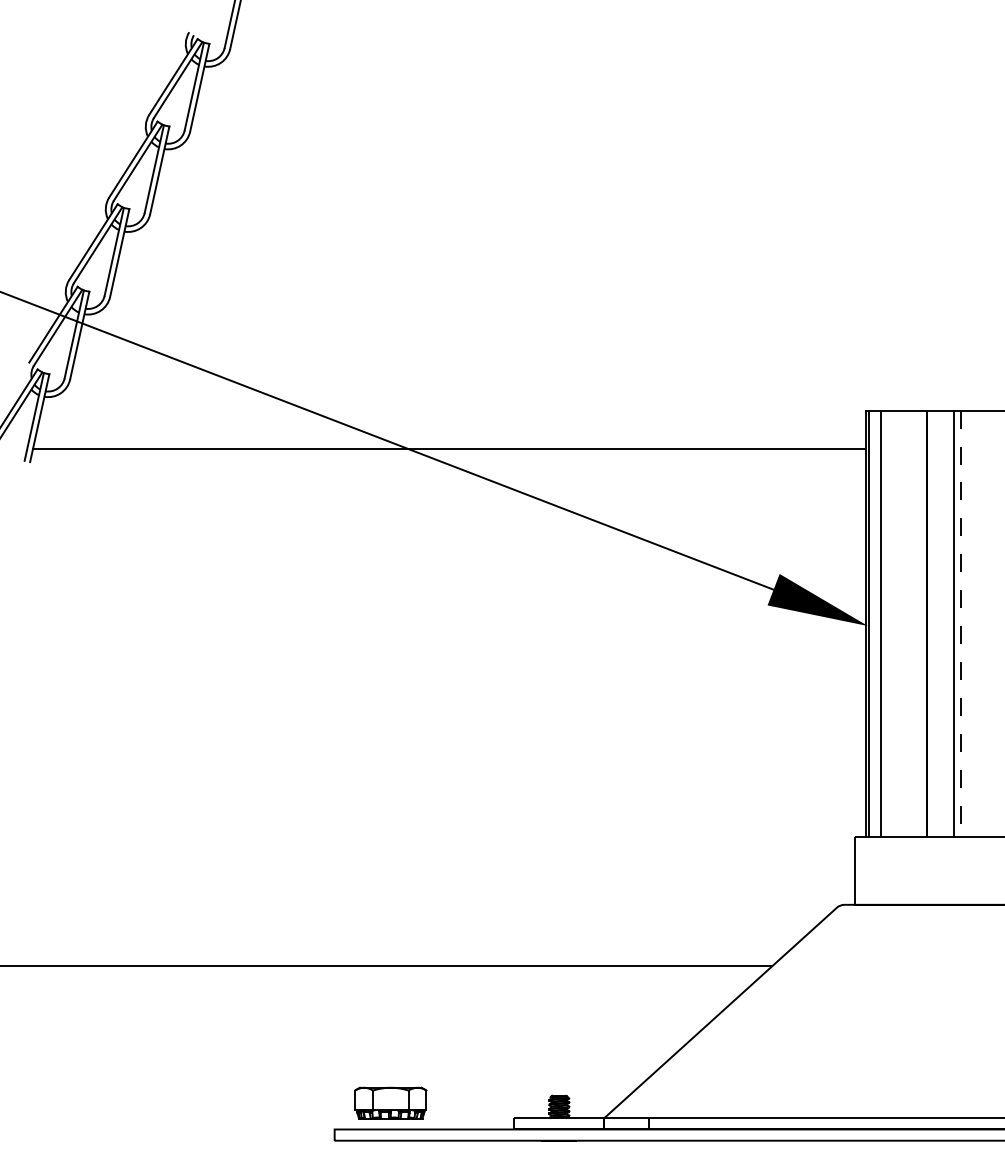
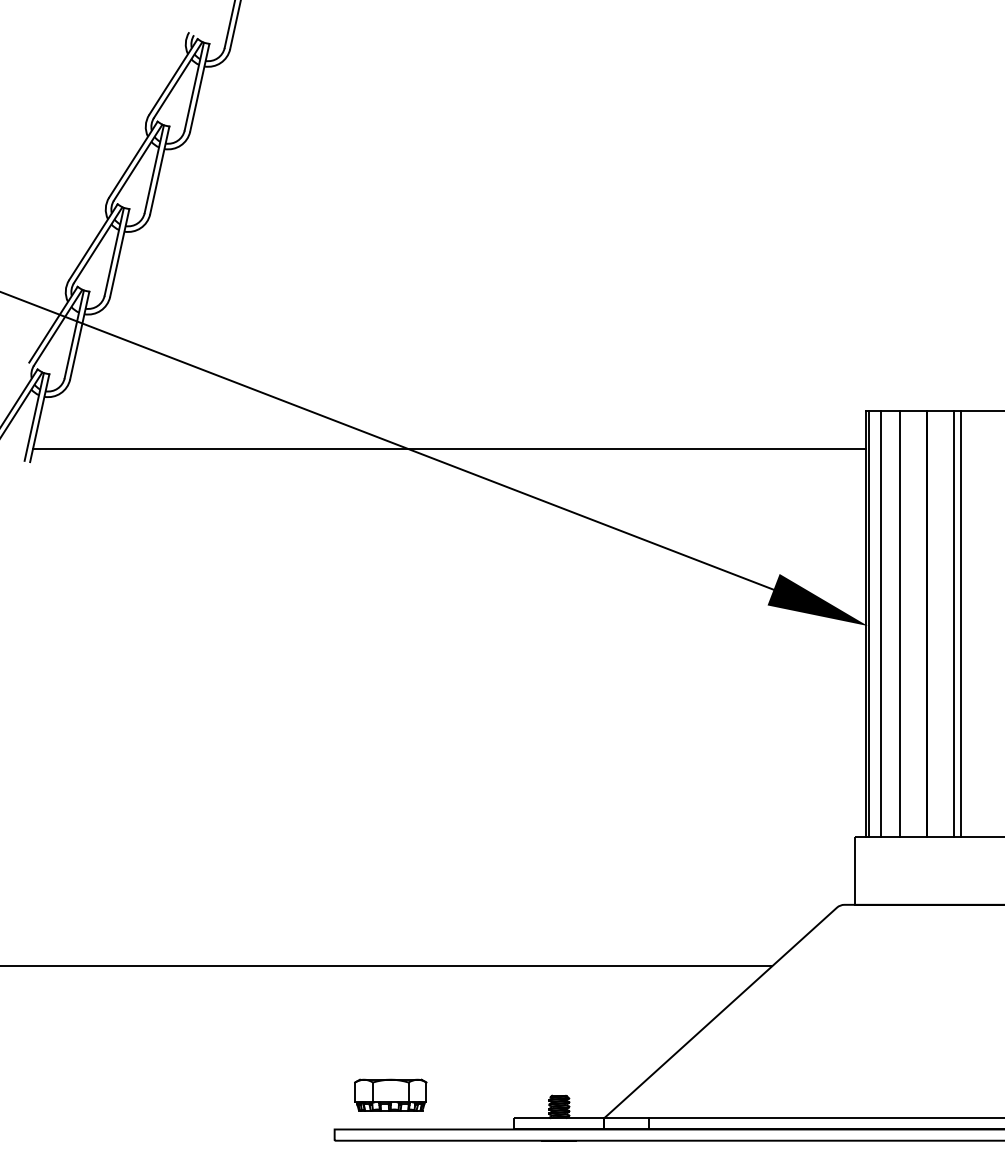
line at (899, 623): none -> present
line at (961, 624): dashed -> solid
part at (390, 1102) position: (390, 1102) -> (390, 1094)
